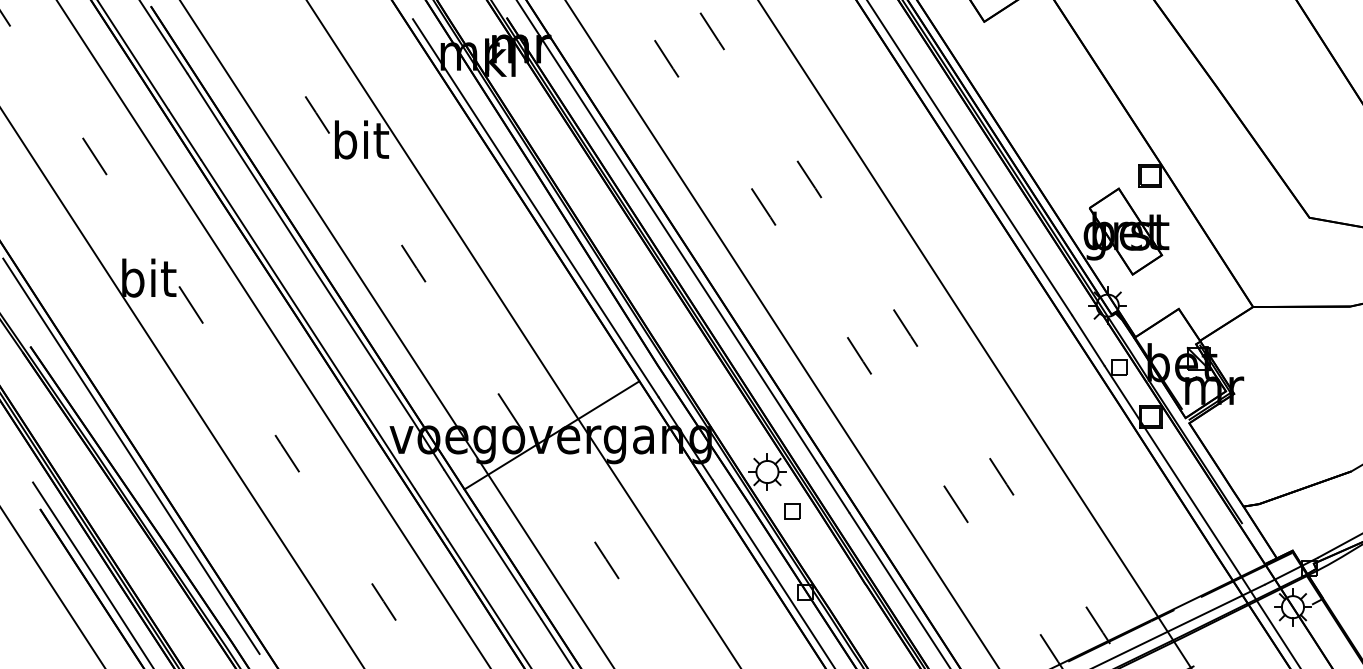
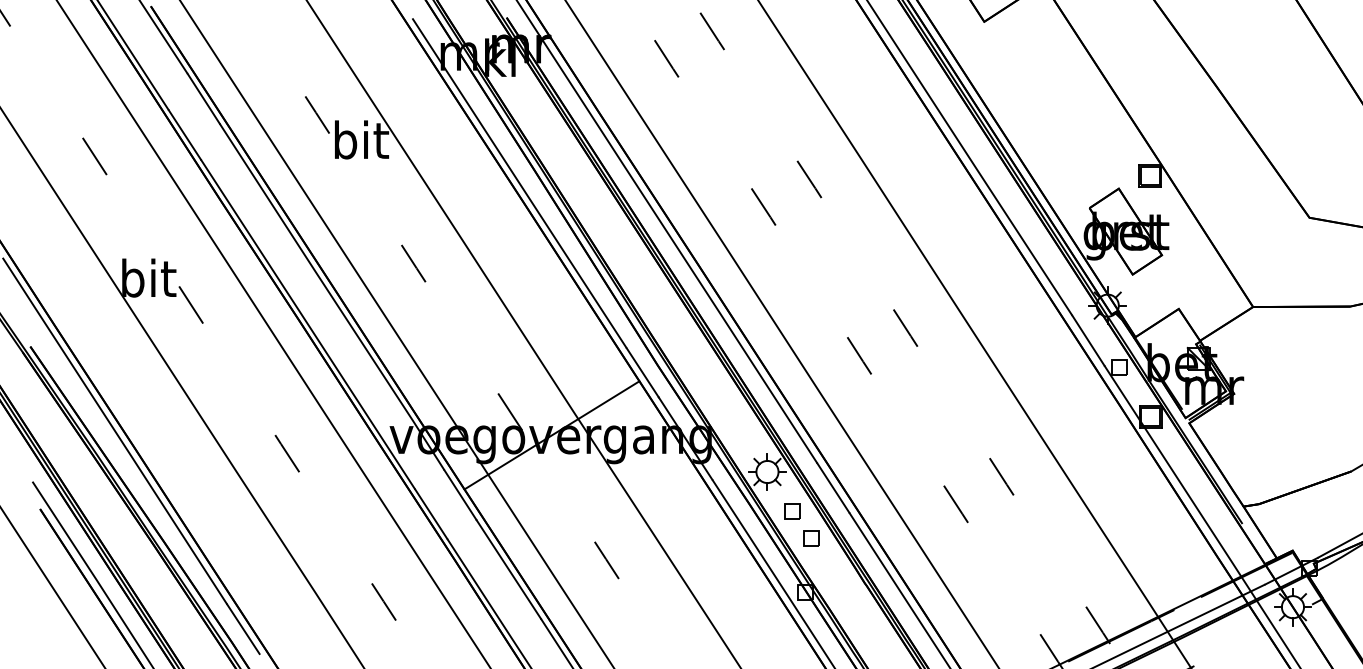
part at (811, 538): none -> present
